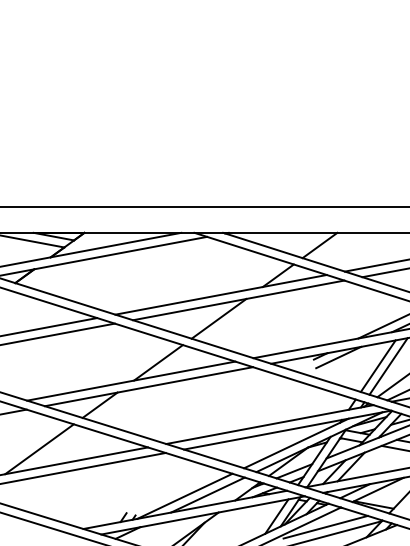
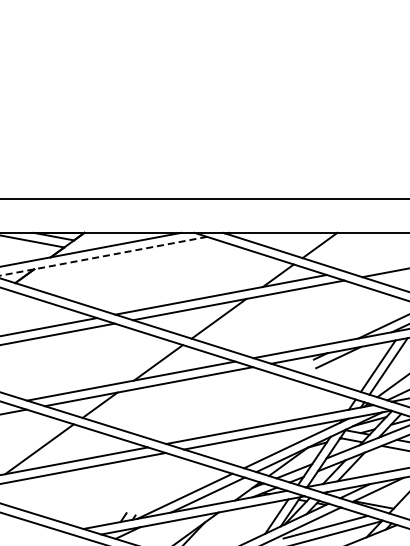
line at (204, 206) position: (204, 206) -> (204, 198)
line at (103, 256): solid -> dashed
line at (375, 265): present -> none
